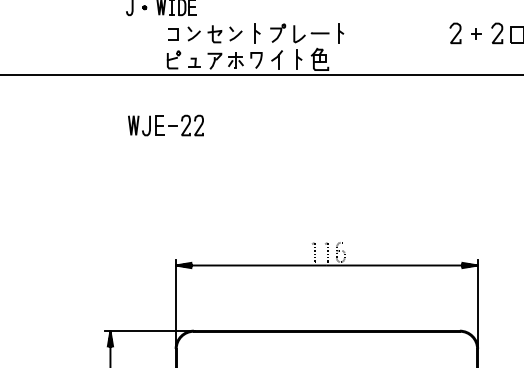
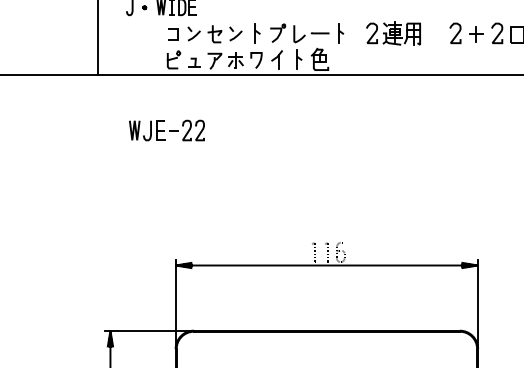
part at (393, 33): none -> present
part at (476, 33) size: 11x12 px -> 15x17 px
line at (98, 38): none -> present
part at (165, 125) position: (165, 125) -> (166, 130)
